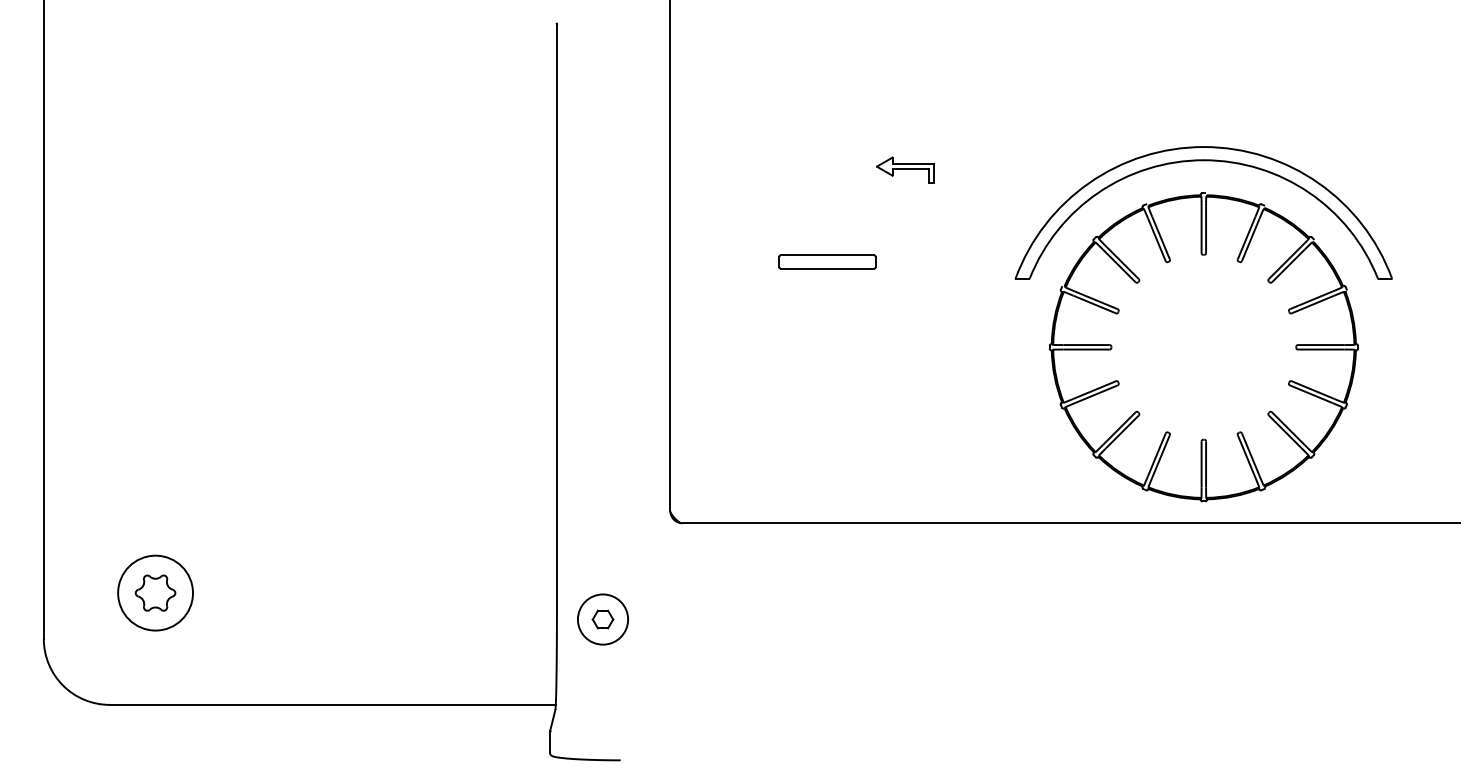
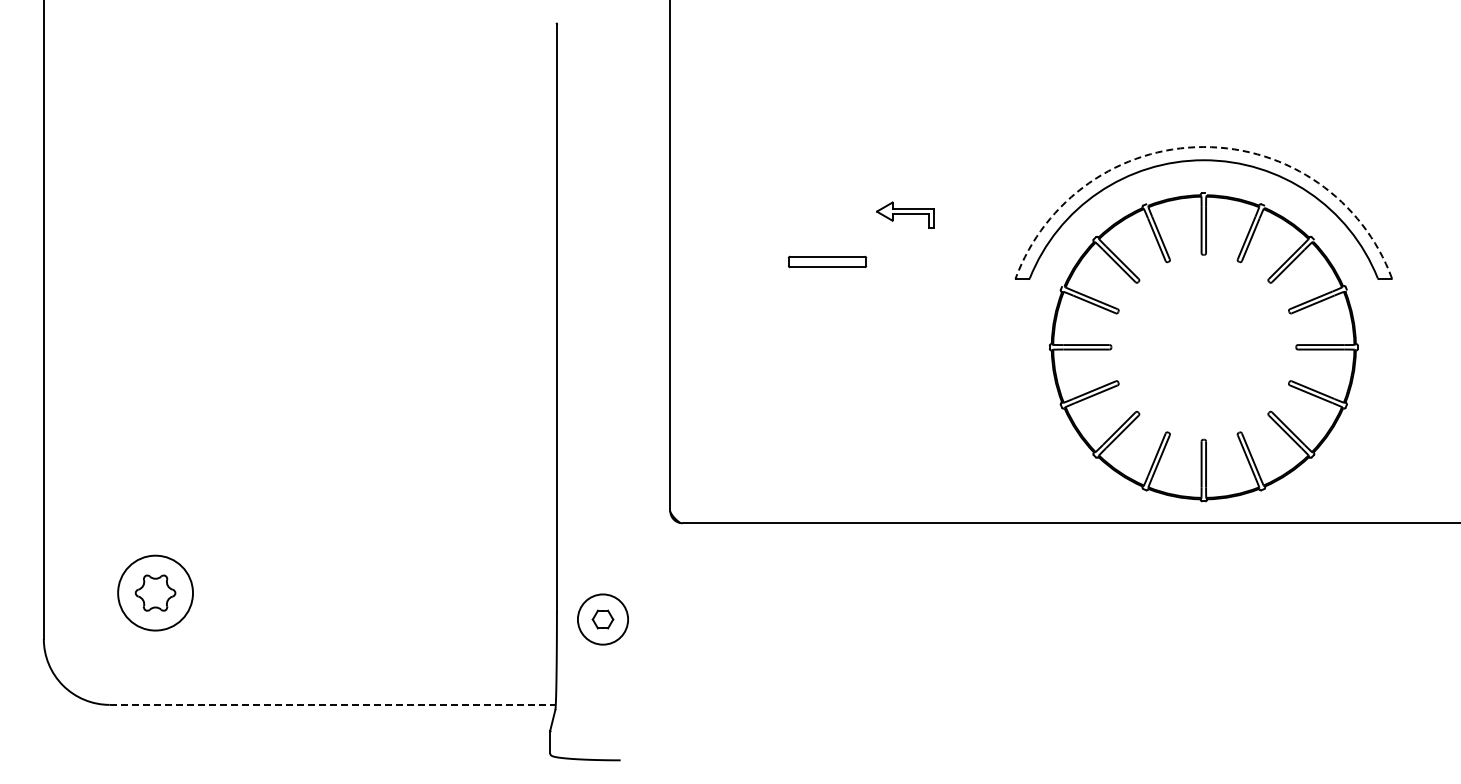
arc at (1203, 147): solid -> dashed
part at (905, 169) position: (905, 169) -> (905, 214)
part at (827, 261) size: 99x16 px -> 80x14 px
line at (333, 704): solid -> dashed
